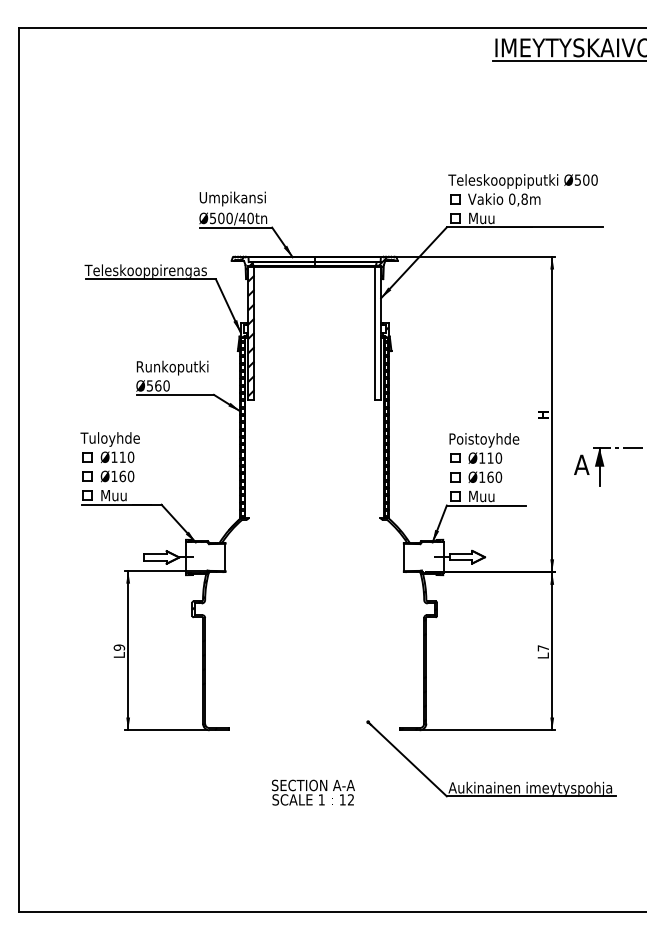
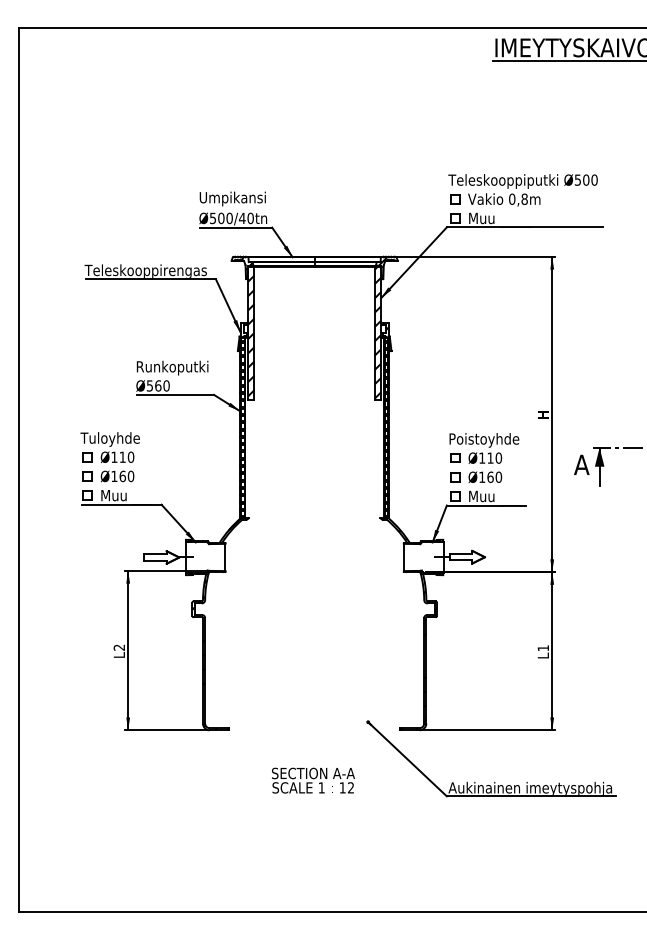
hatch at (377, 332): none -> present
text at (119, 647): L9 -> L2
text at (542, 648): L7 -> L1
text at (313, 792) position: (313, 792) -> (313, 780)
